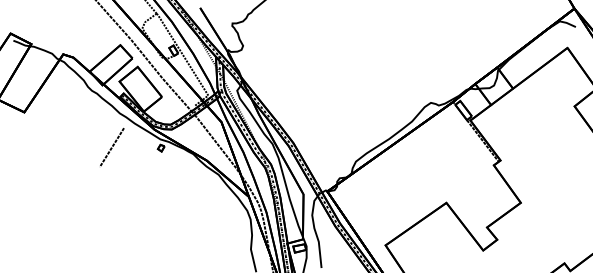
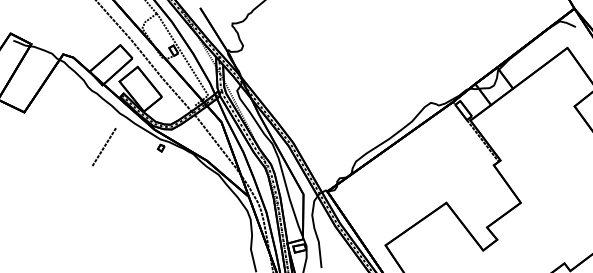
line at (112, 146) position: (112, 146) -> (104, 146)
